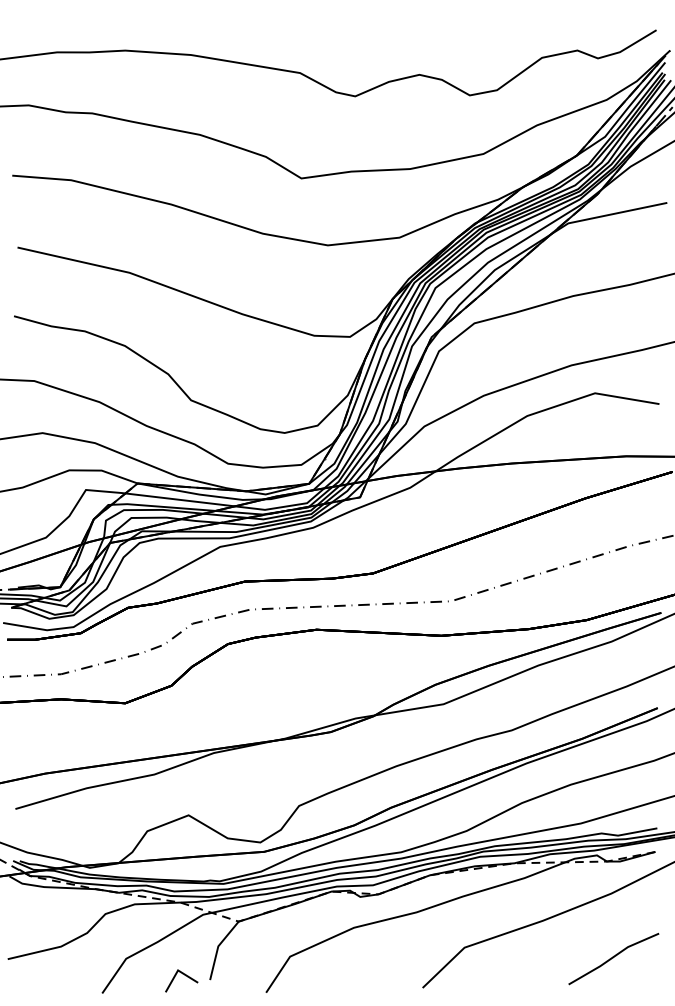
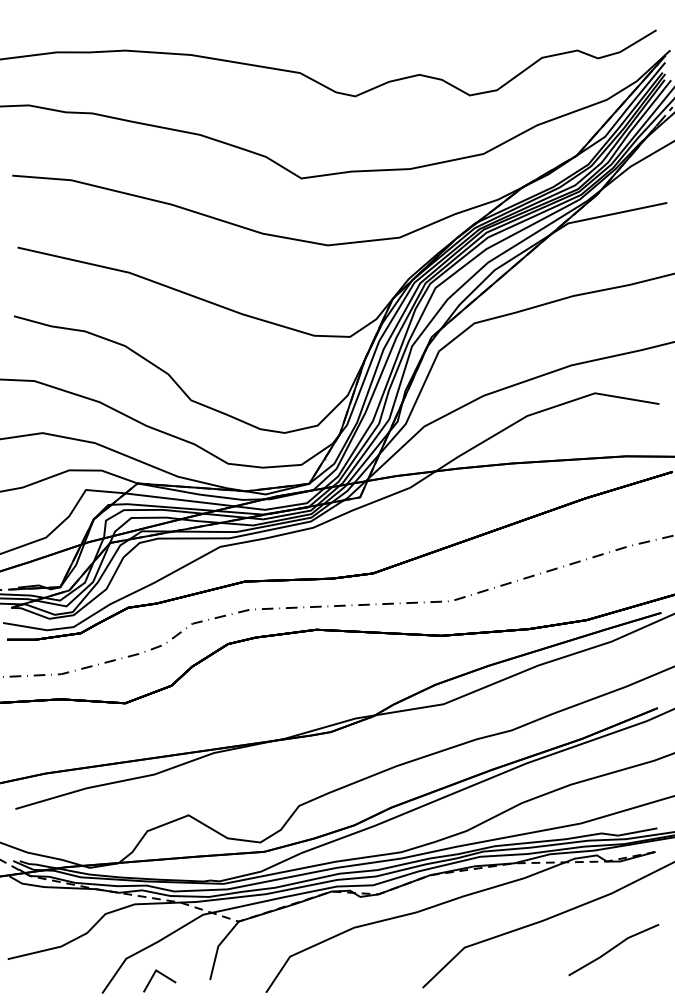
line at (613, 958) position: (613, 958) -> (613, 949)
line at (185, 976) position: (185, 976) -> (163, 976)
